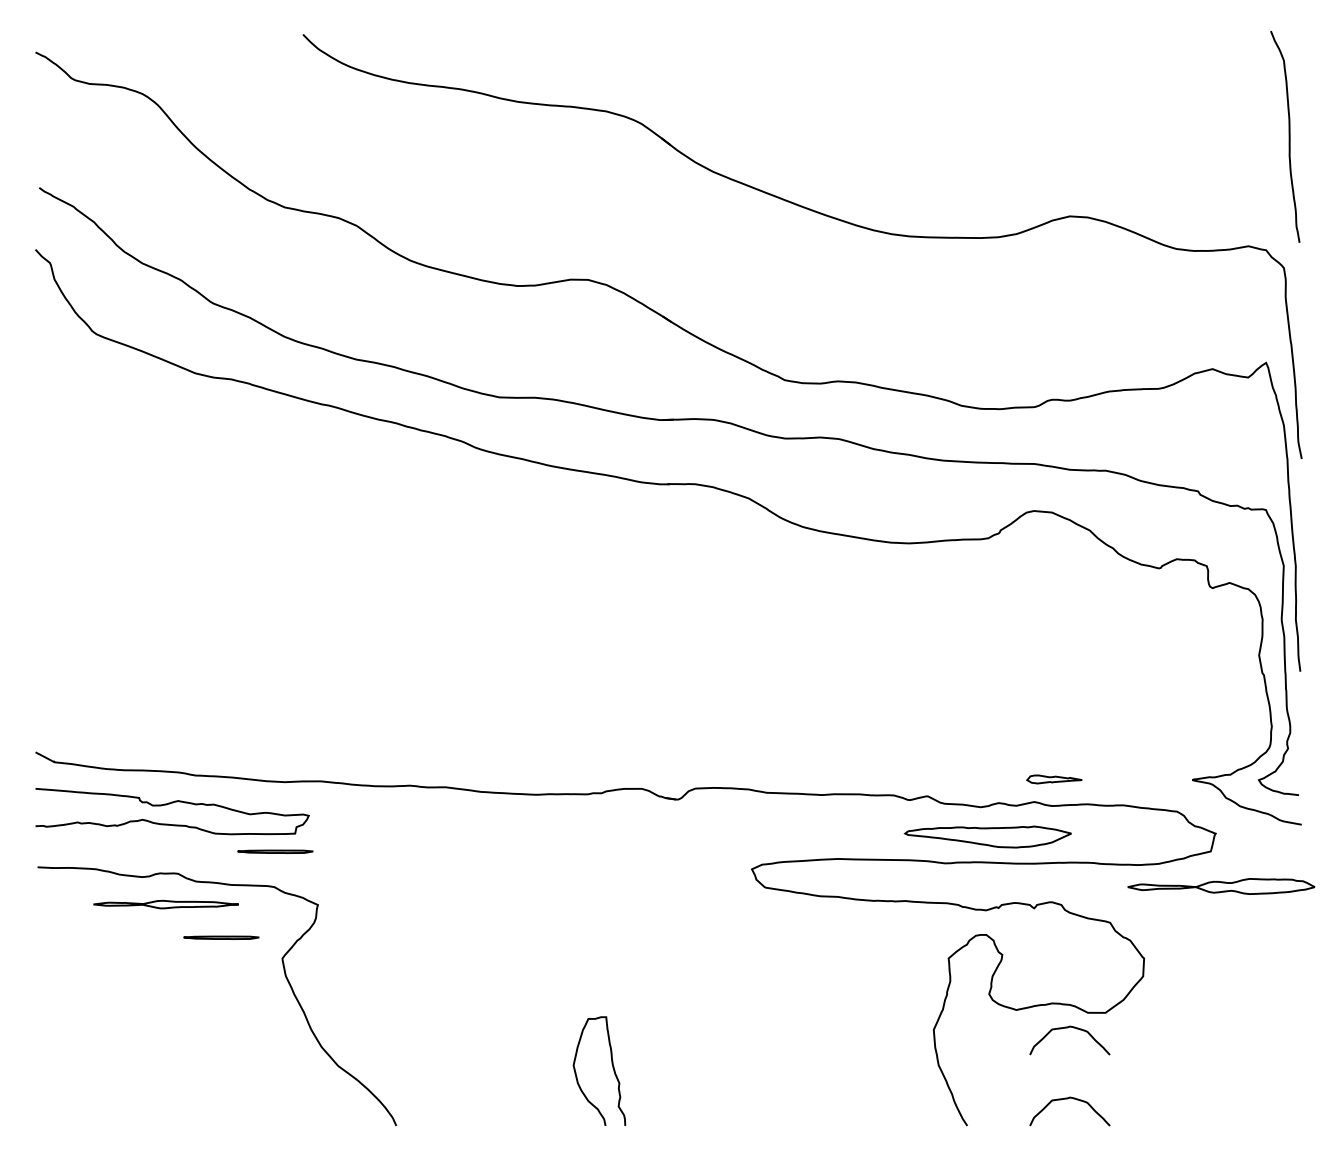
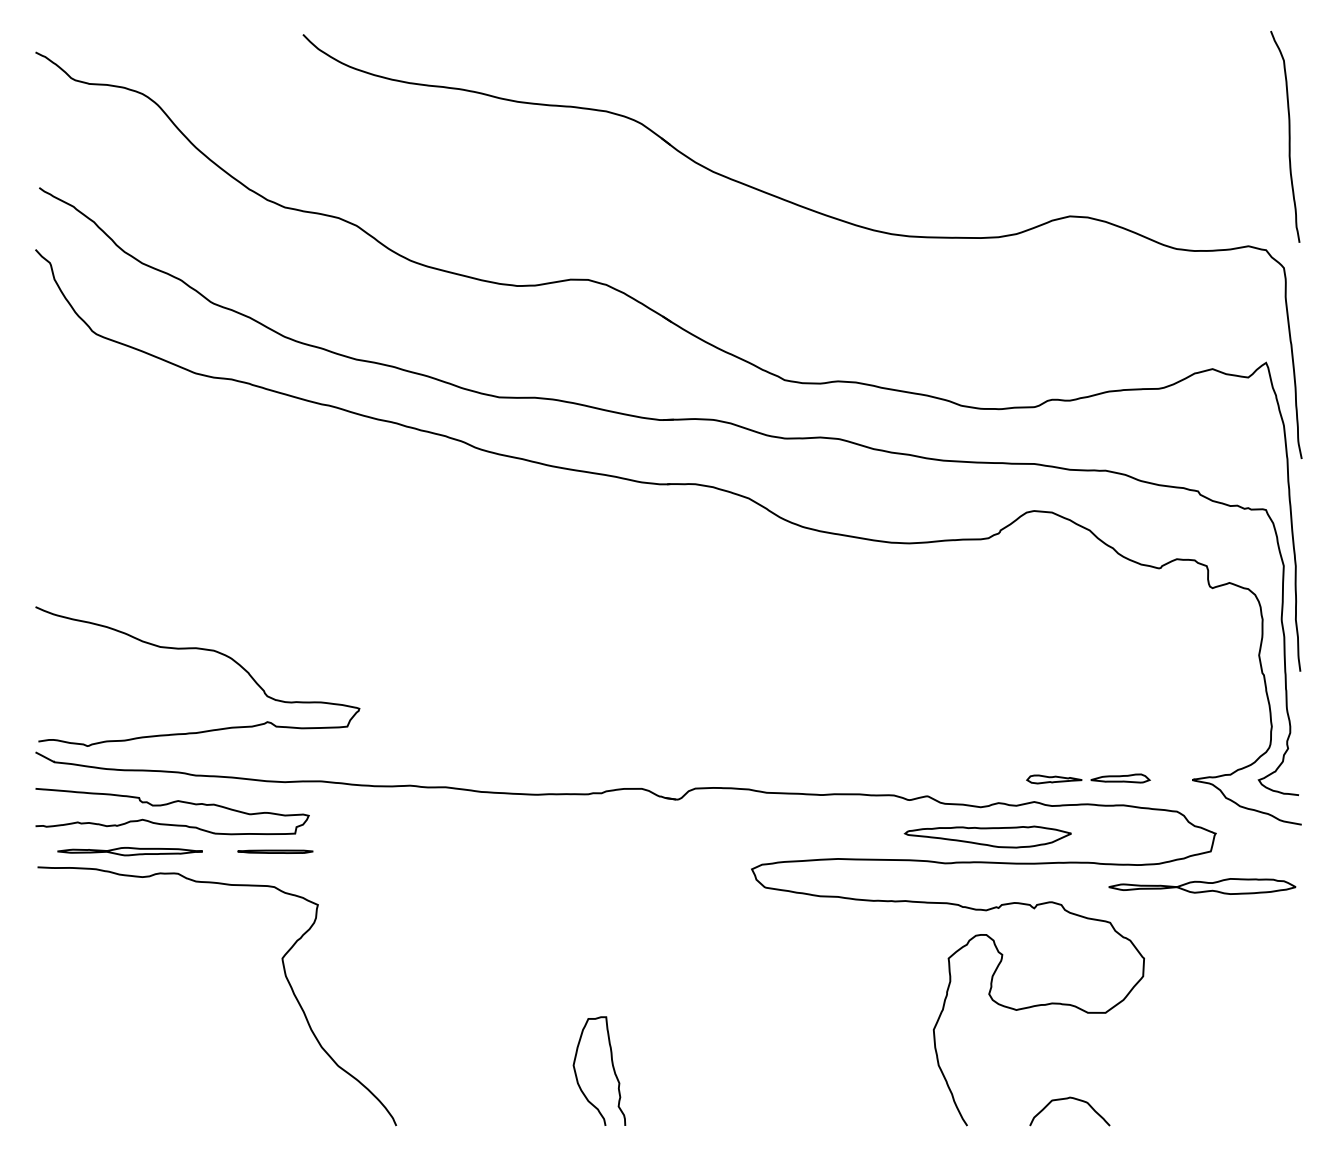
curve at (203, 650): none -> present
part at (1120, 778): none -> present
part at (1221, 886) position: (1221, 886) -> (1202, 886)
part at (165, 904) position: (165, 904) -> (129, 851)
line at (221, 937): present -> none
curve at (1067, 1028): present -> none
